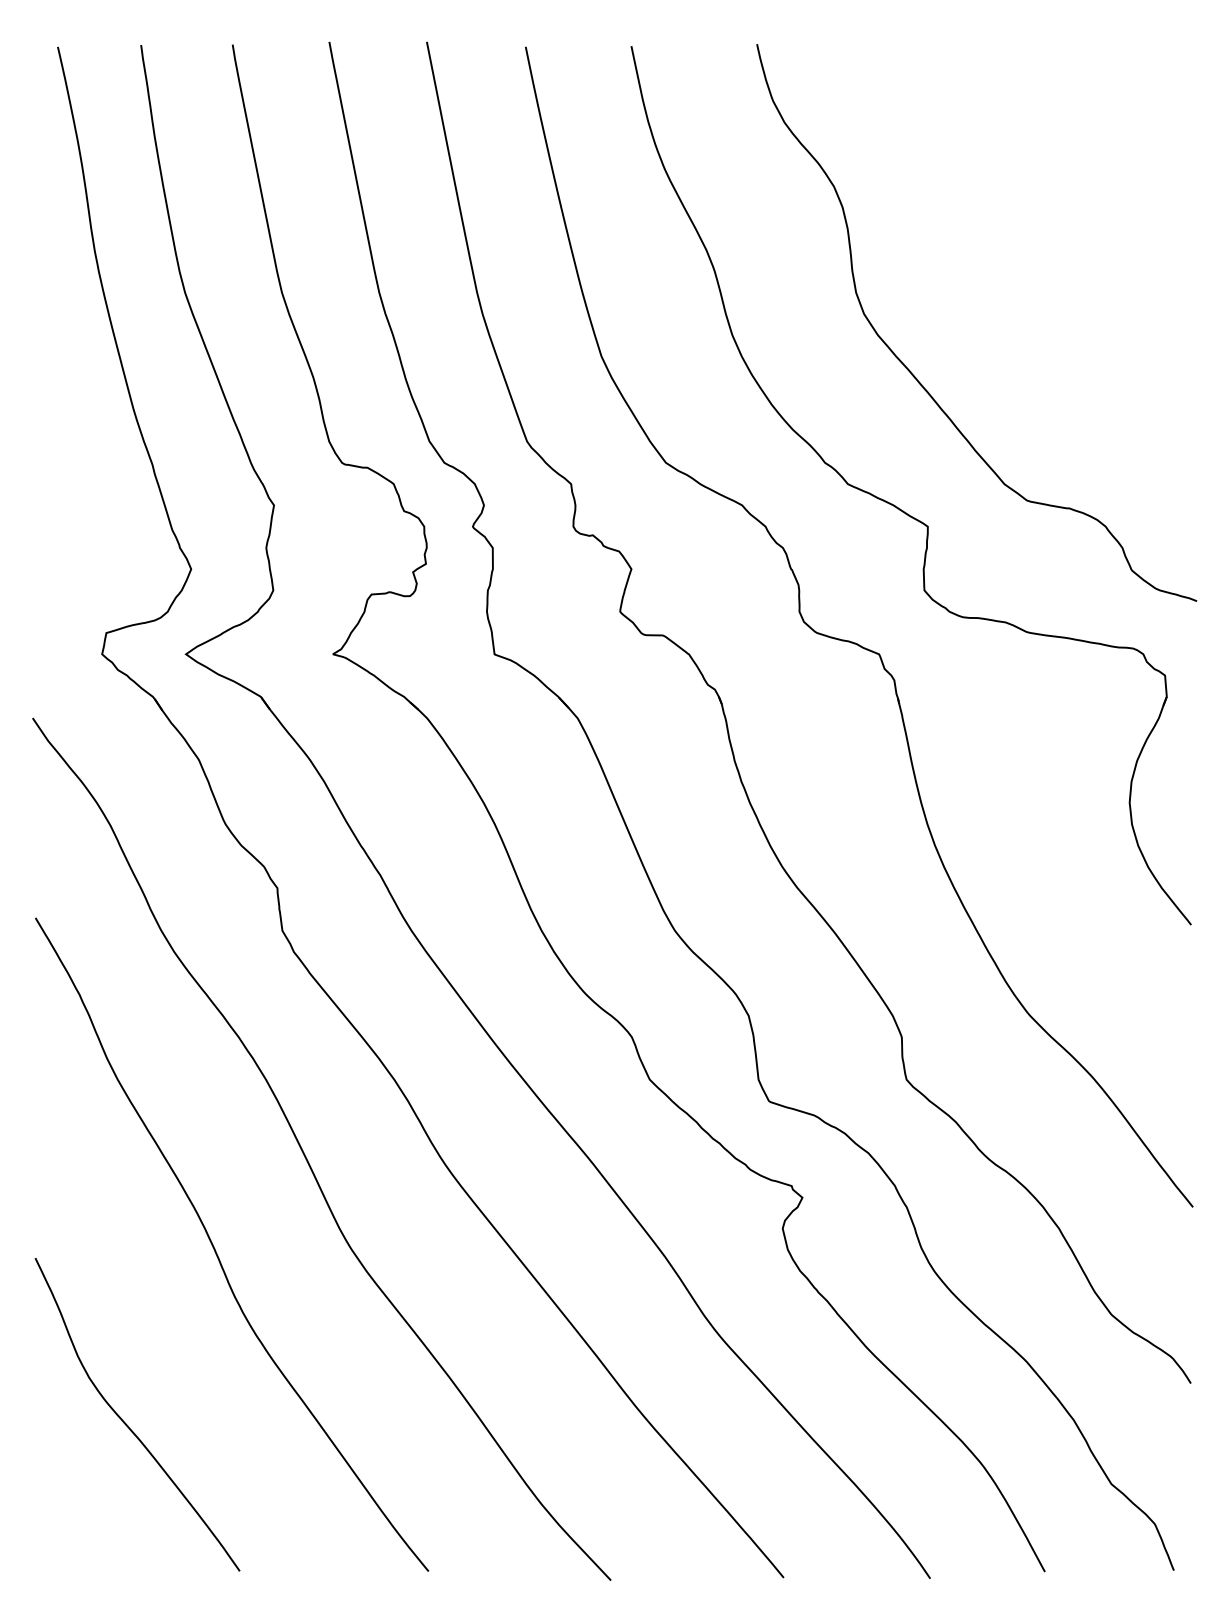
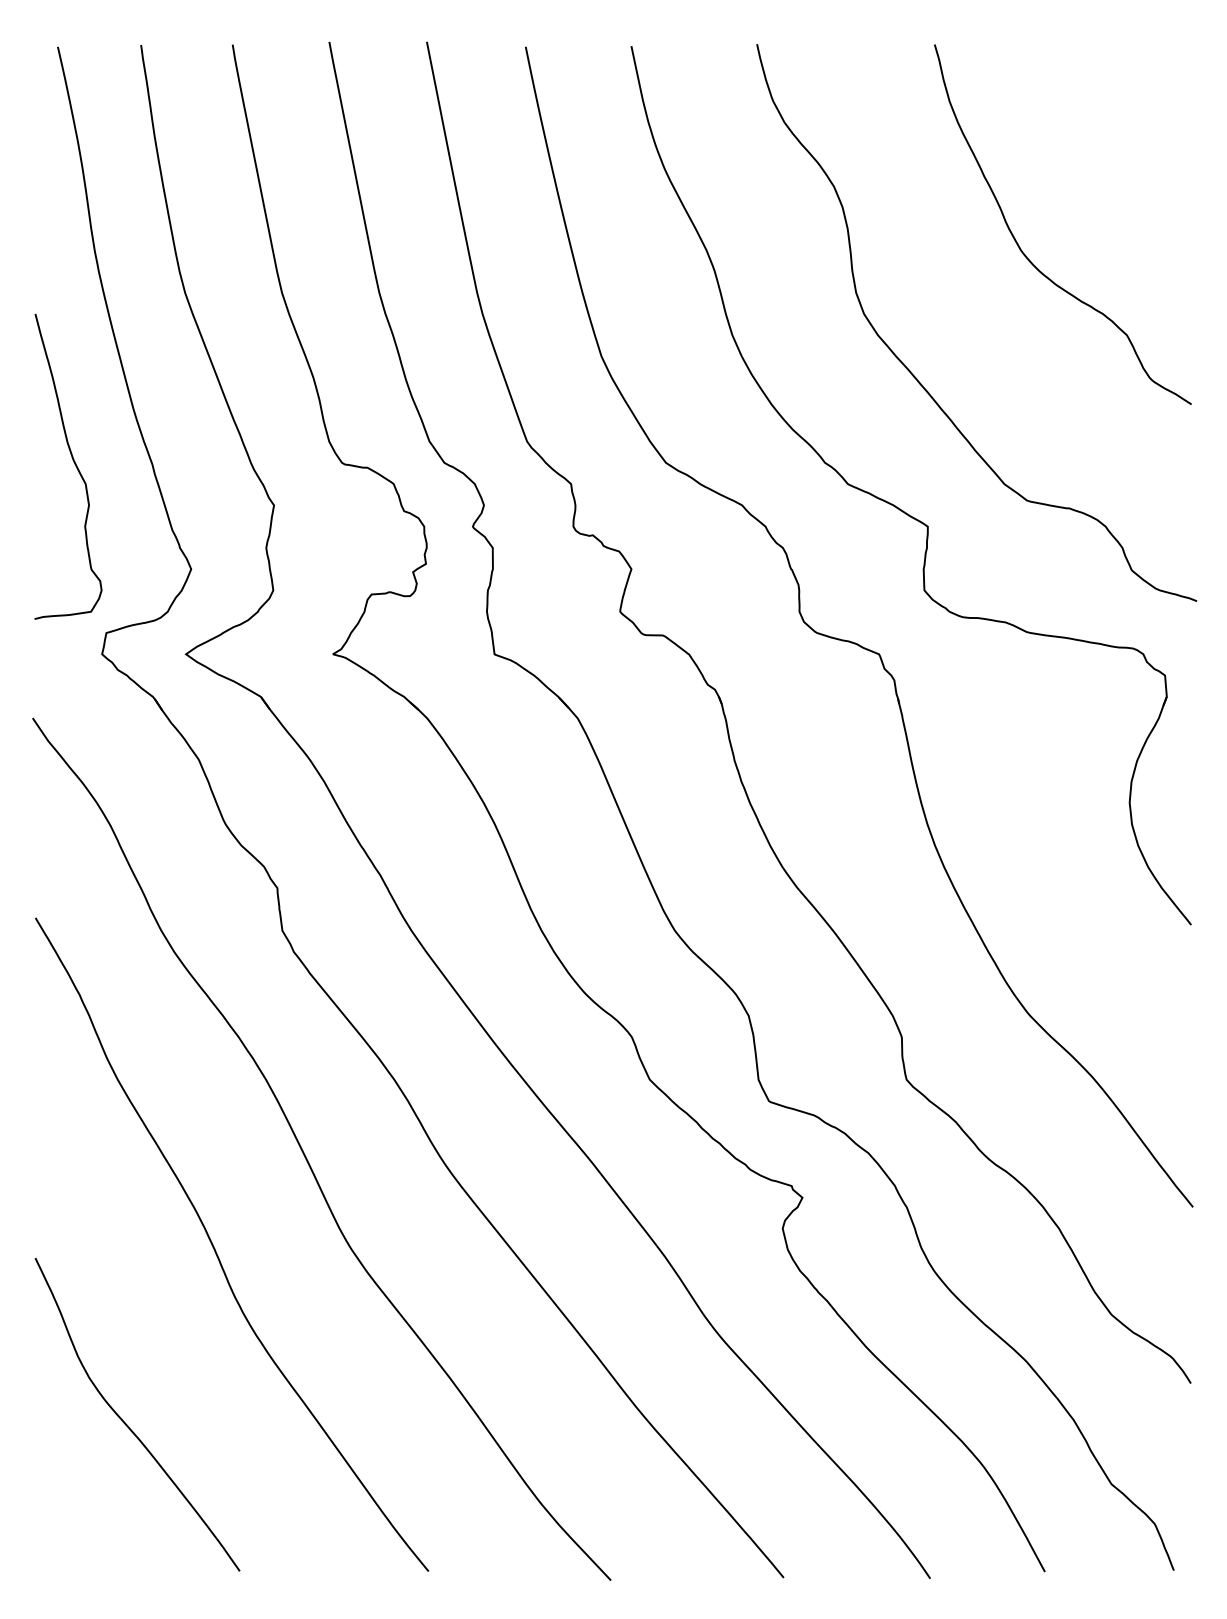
curve at (1023, 251): none -> present
curve at (74, 464): none -> present
